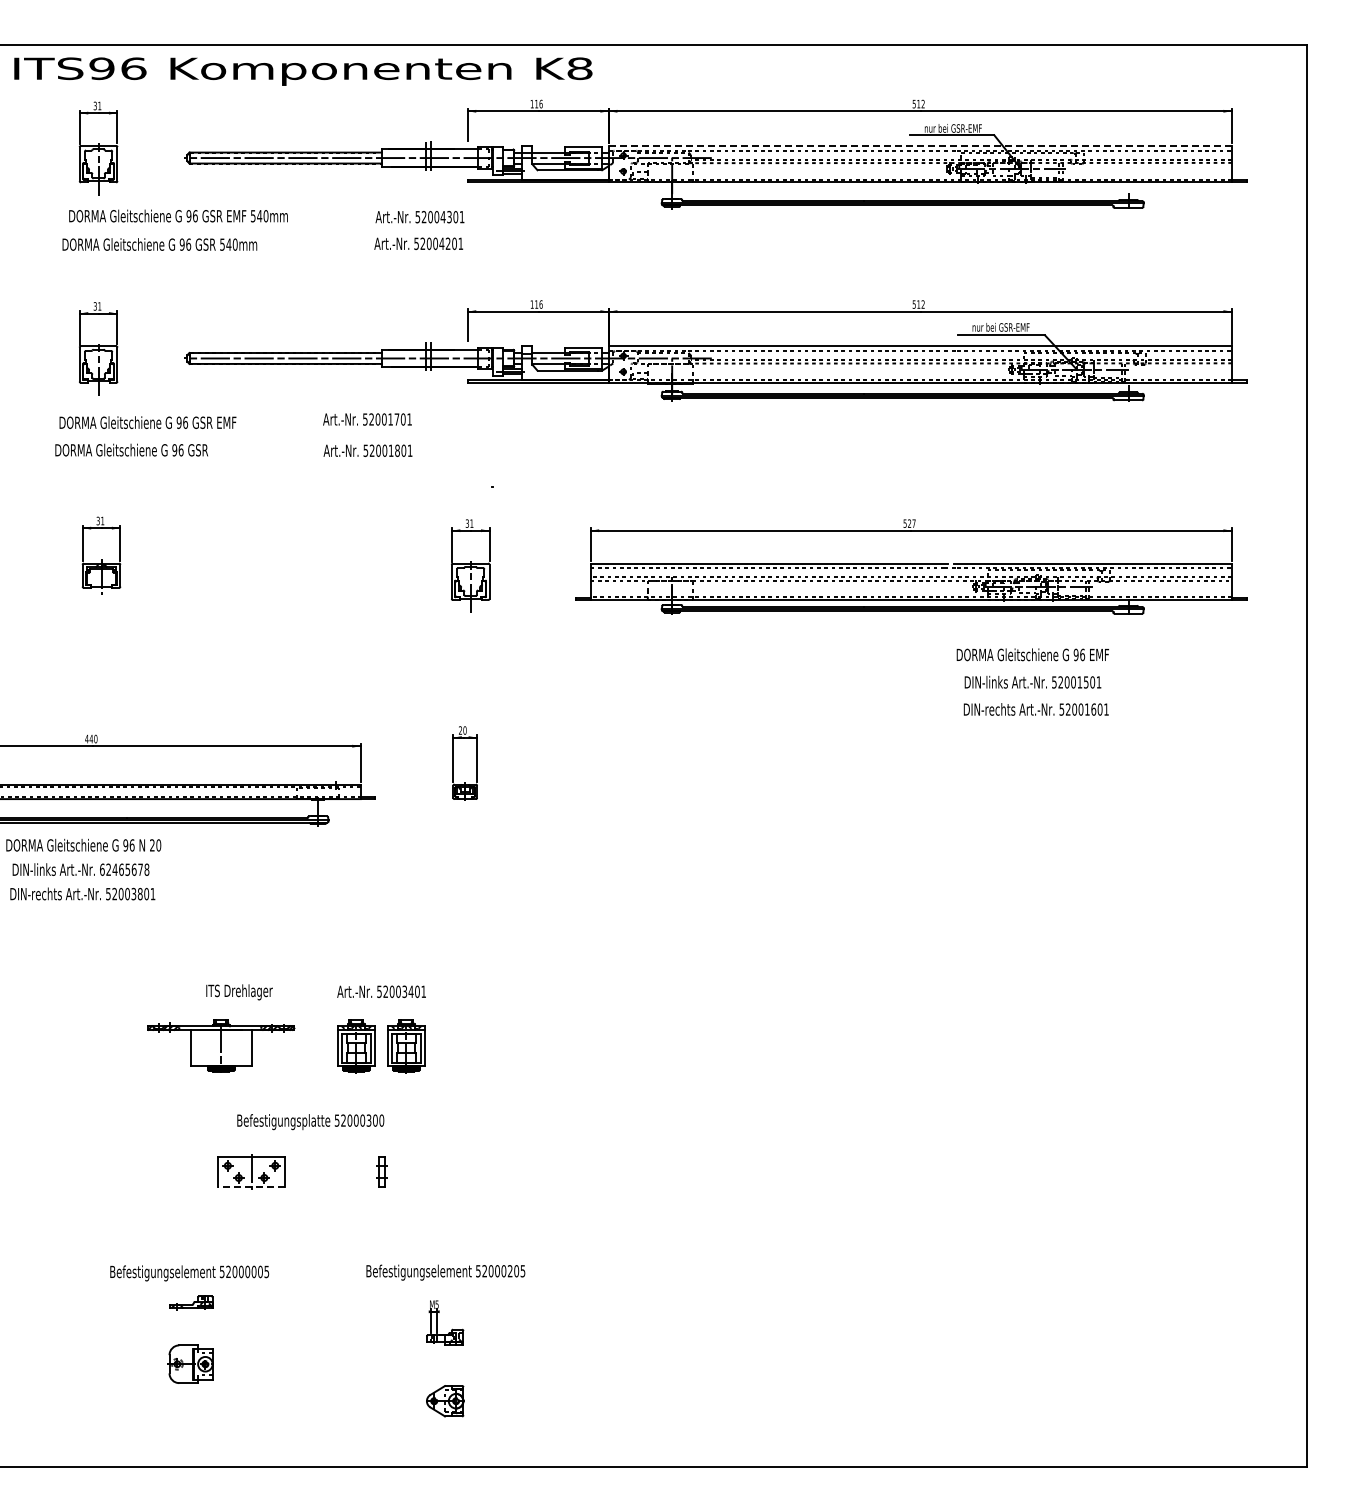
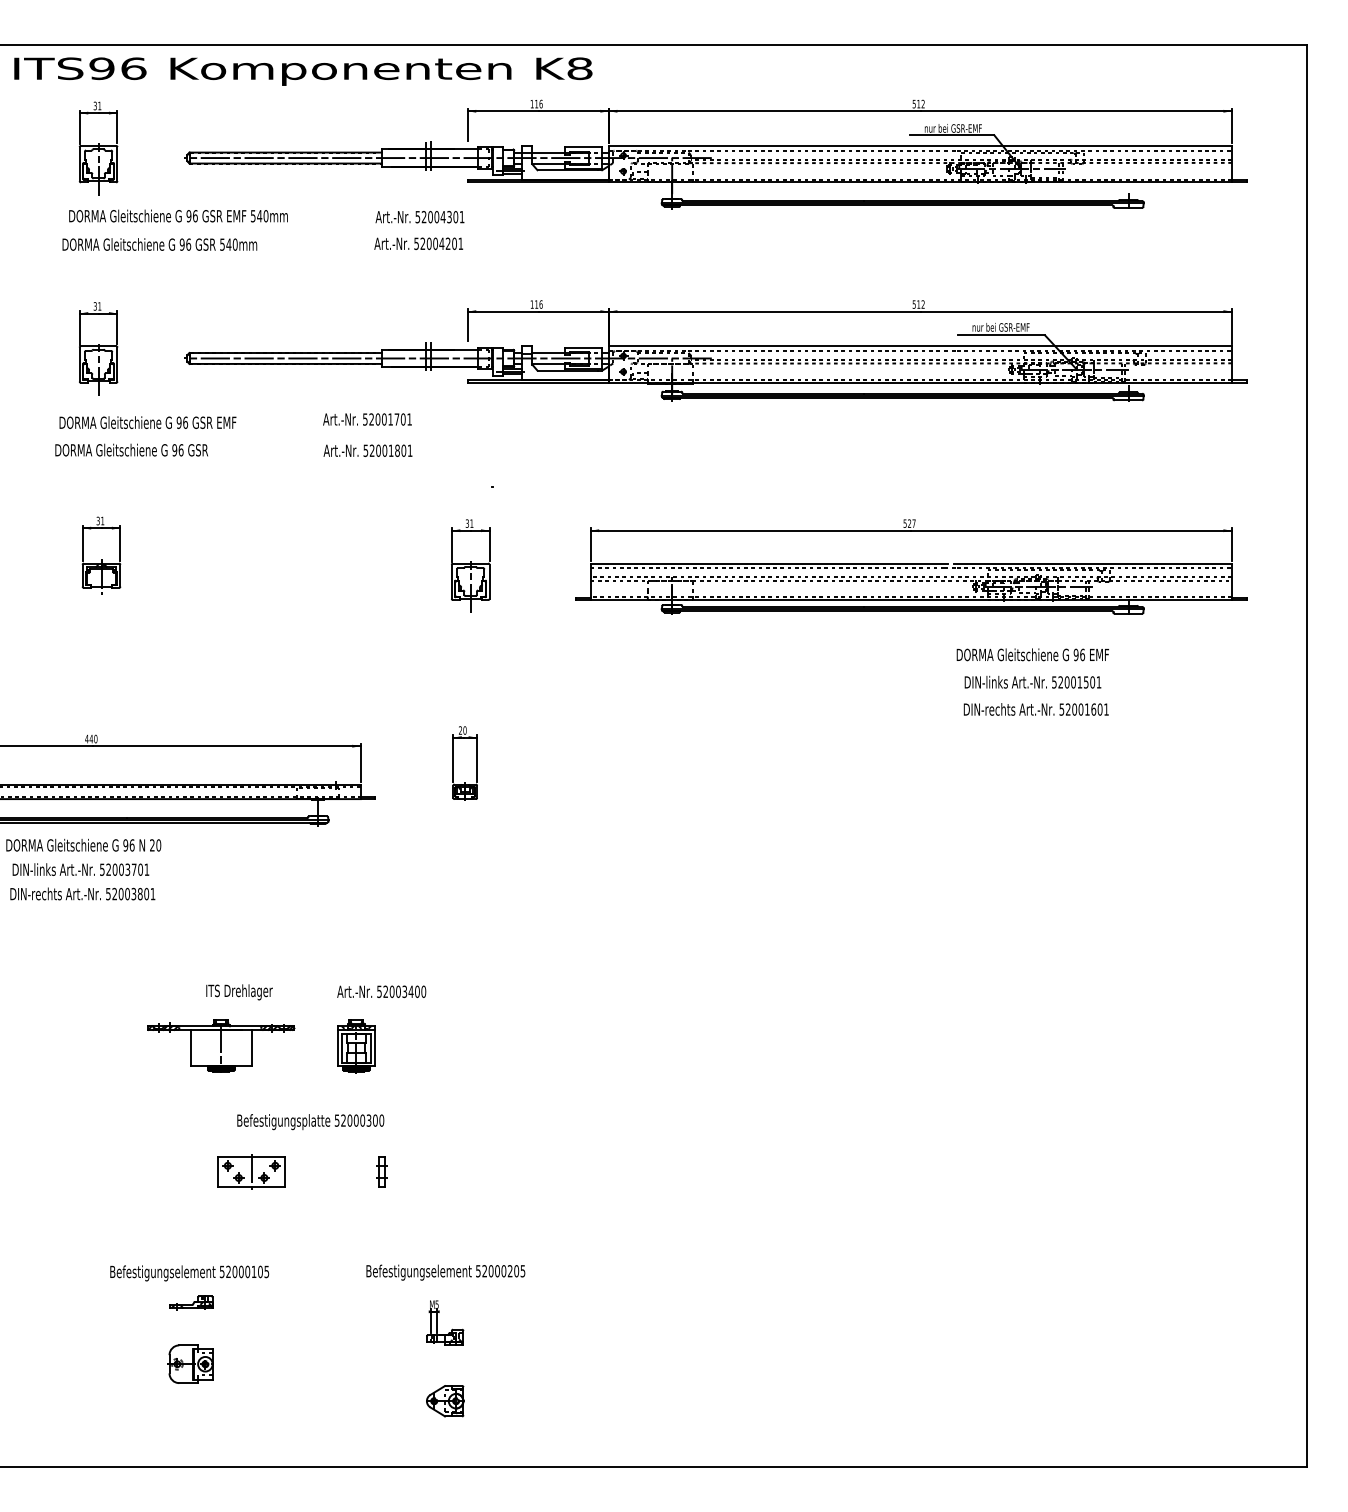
line at (920, 145): dashed -> solid
text at (124, 869): 62465678 -> 52003701
text at (423, 991): 52003401 -> 52003400
part at (406, 1046): present -> none
line at (251, 1187): dashed -> solid
text at (253, 1271): 52000005 -> 52000105
